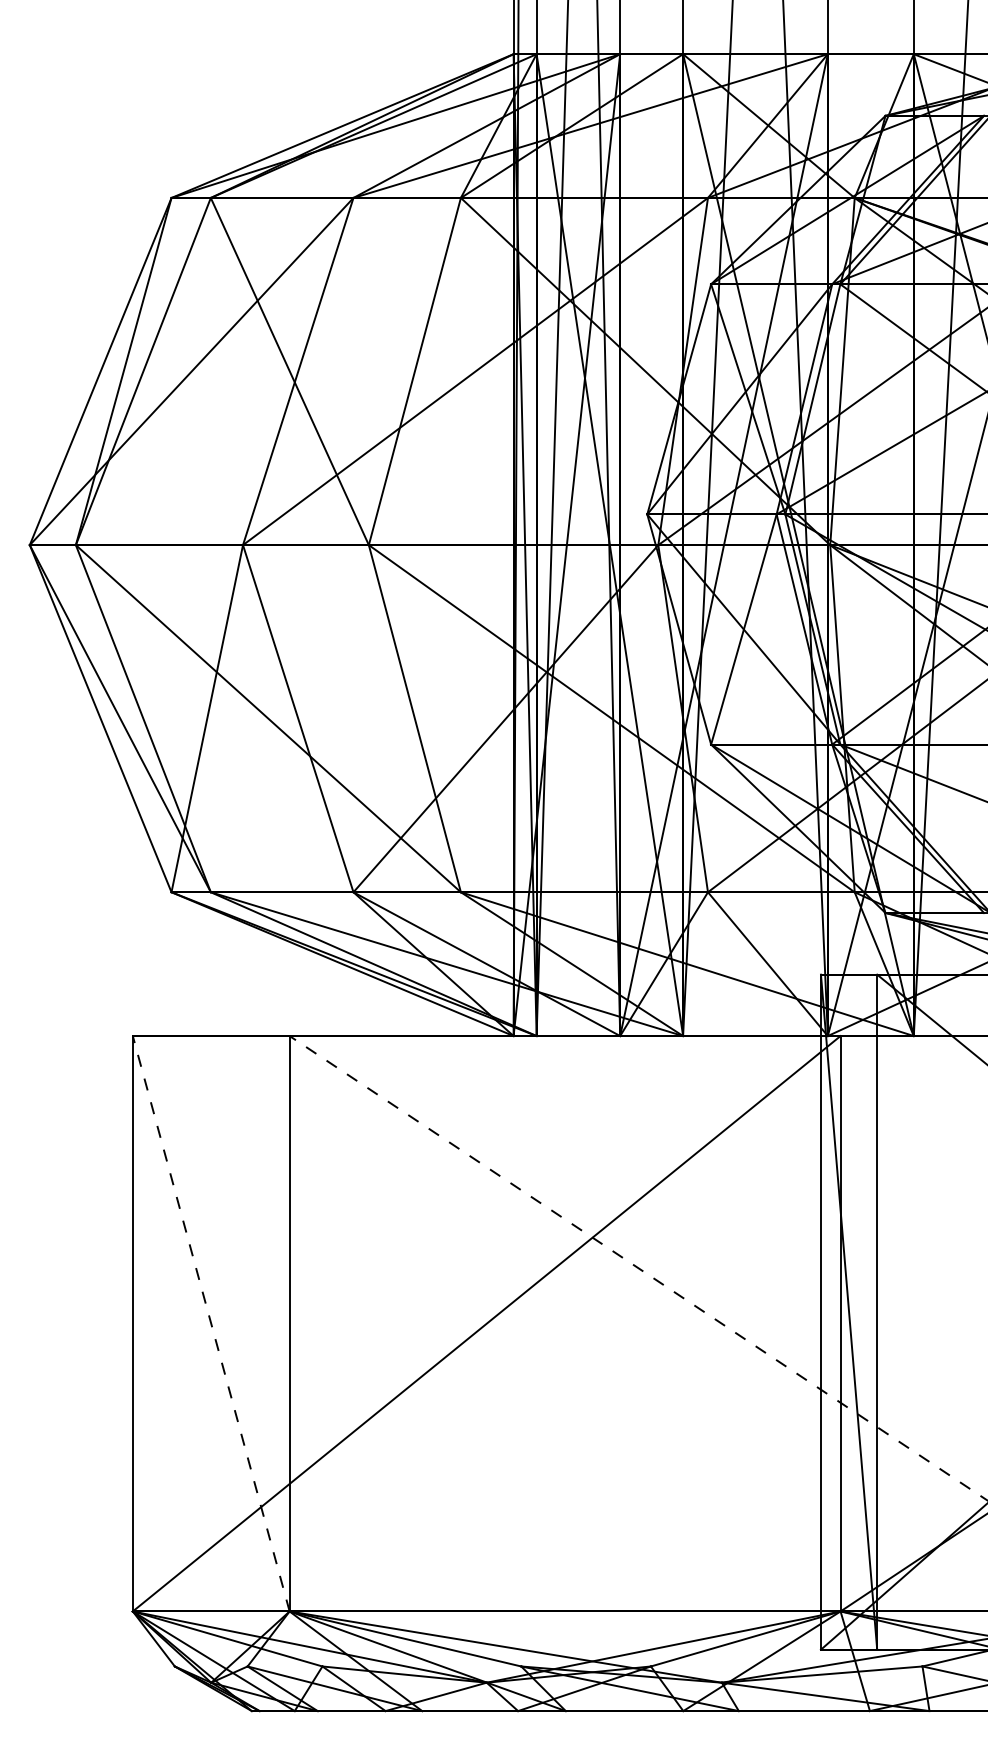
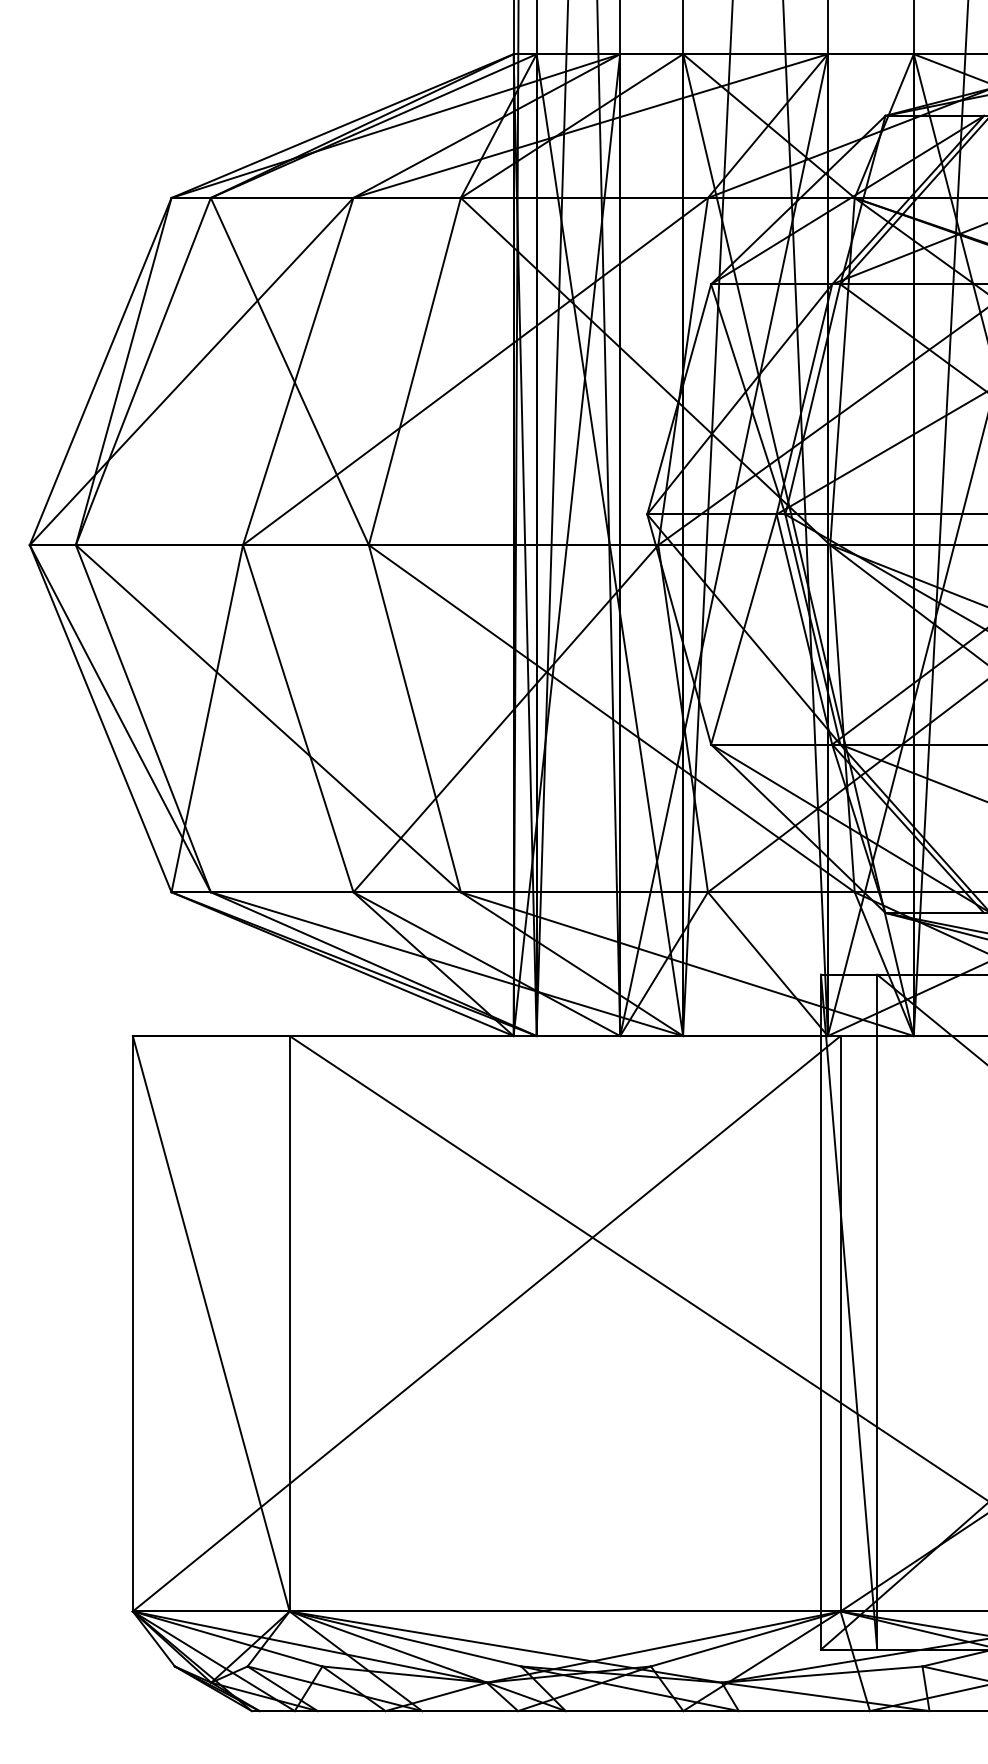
line at (638, 1268): dashed -> solid
line at (211, 1323): dashed -> solid
